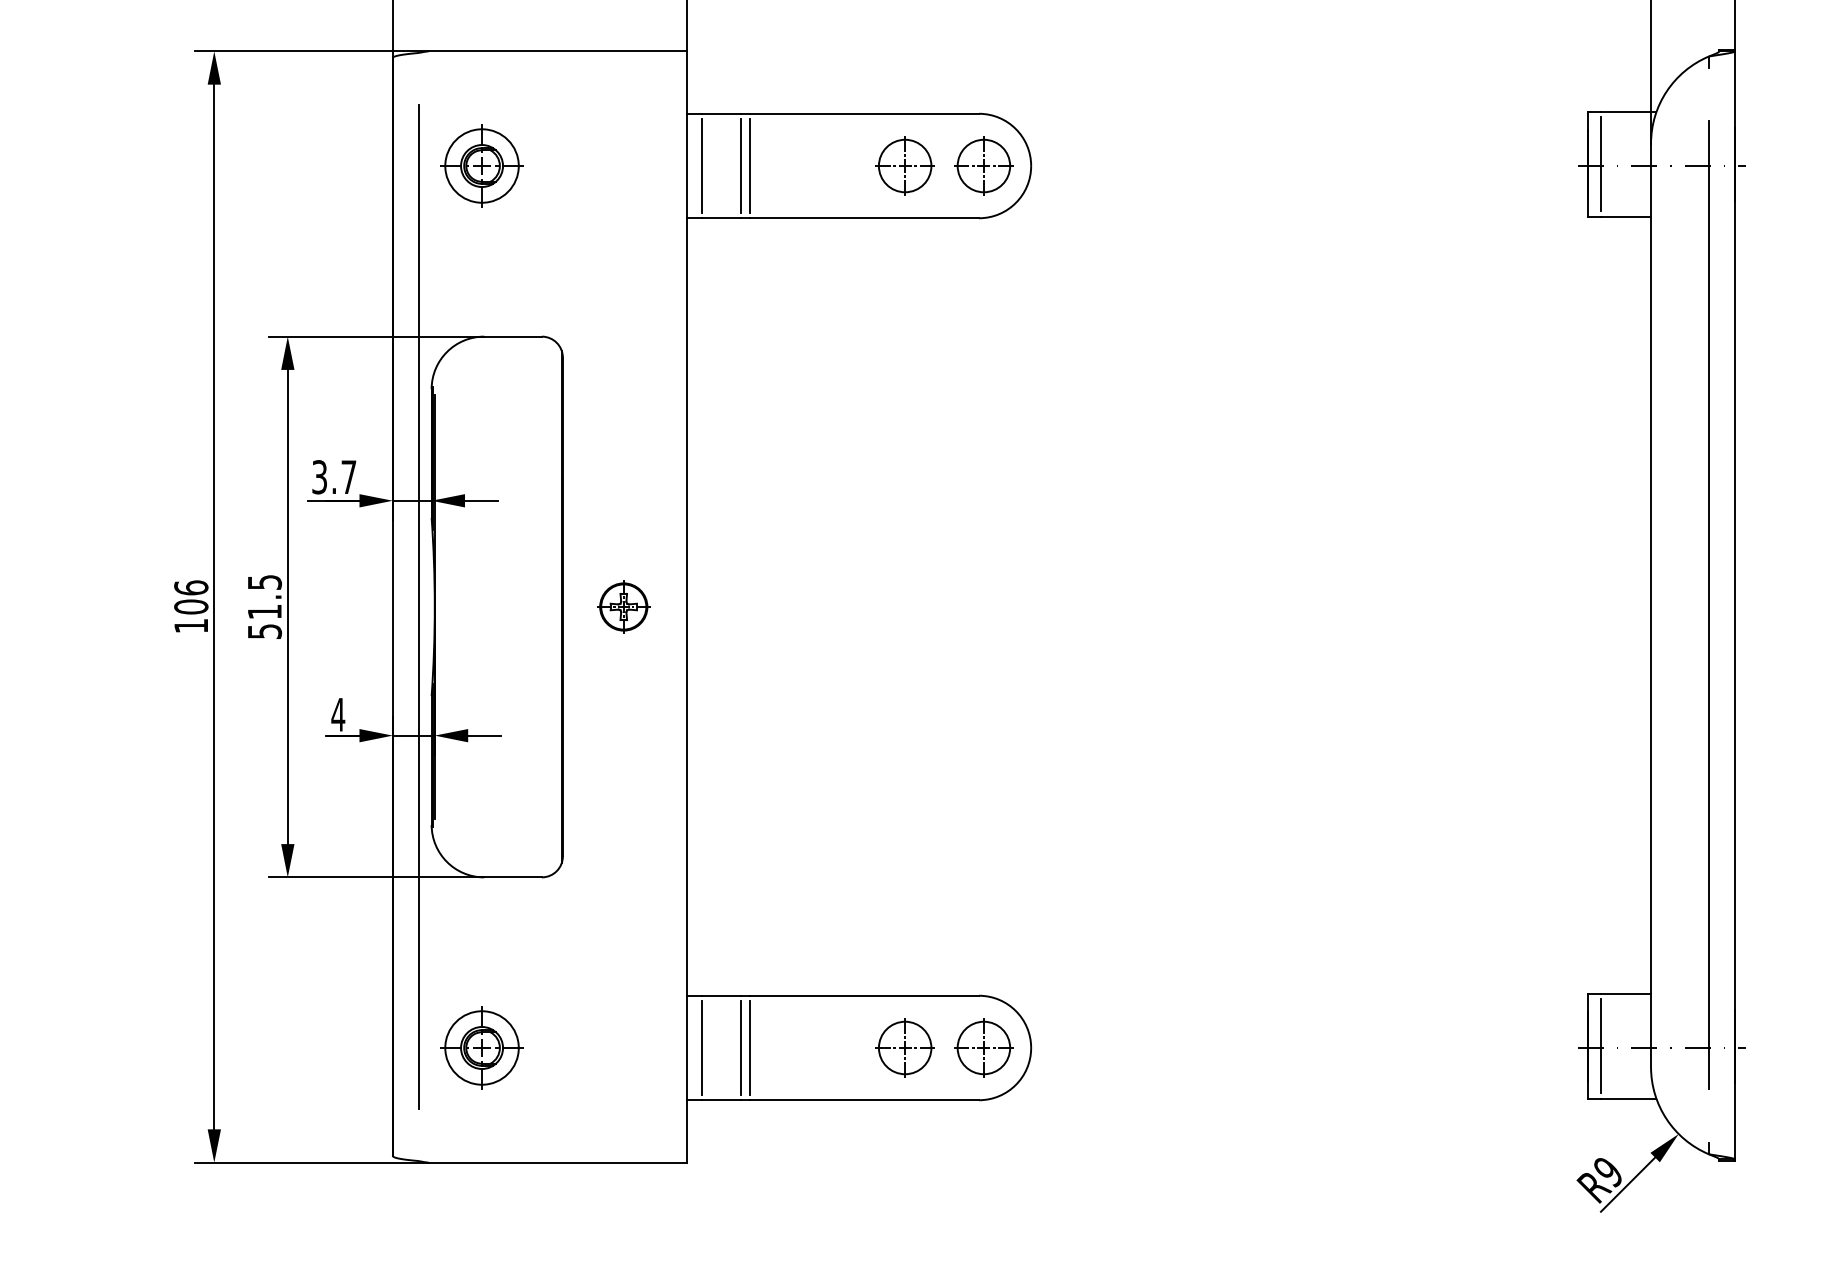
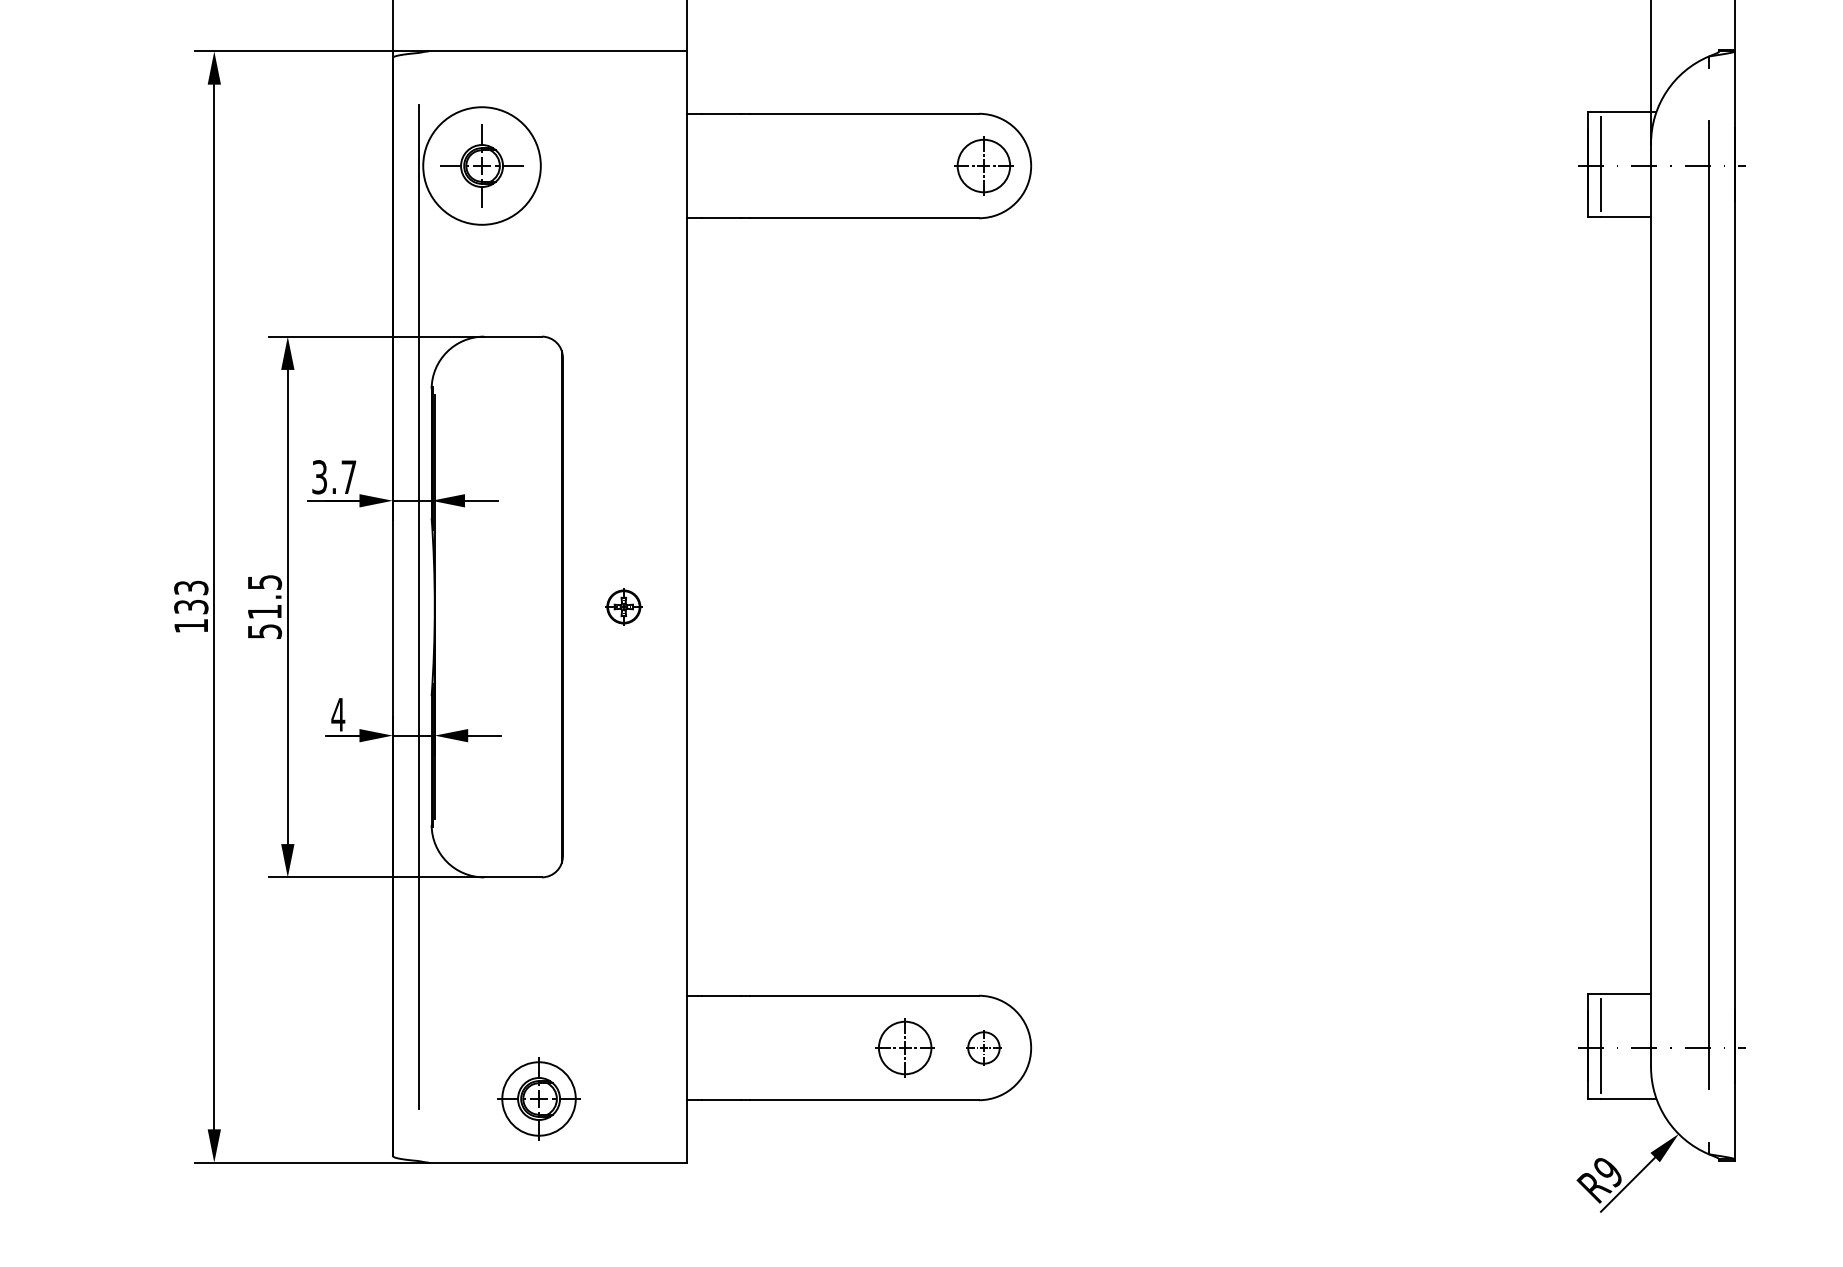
circle at (481, 165) diameter: 73 px -> 118 px
part at (904, 165): present -> none
line at (702, 166): present -> none
line at (741, 166): present -> none
line at (749, 166): present -> none
text at (191, 597): 106 -> 133
part at (623, 606) size: 54x54 px -> 38x38 px
part at (481, 1047) position: (481, 1047) -> (538, 1098)
line at (702, 1047): present -> none
line at (741, 1047): present -> none
line at (749, 1047): present -> none
part at (983, 1047) size: 60x60 px -> 36x36 px
